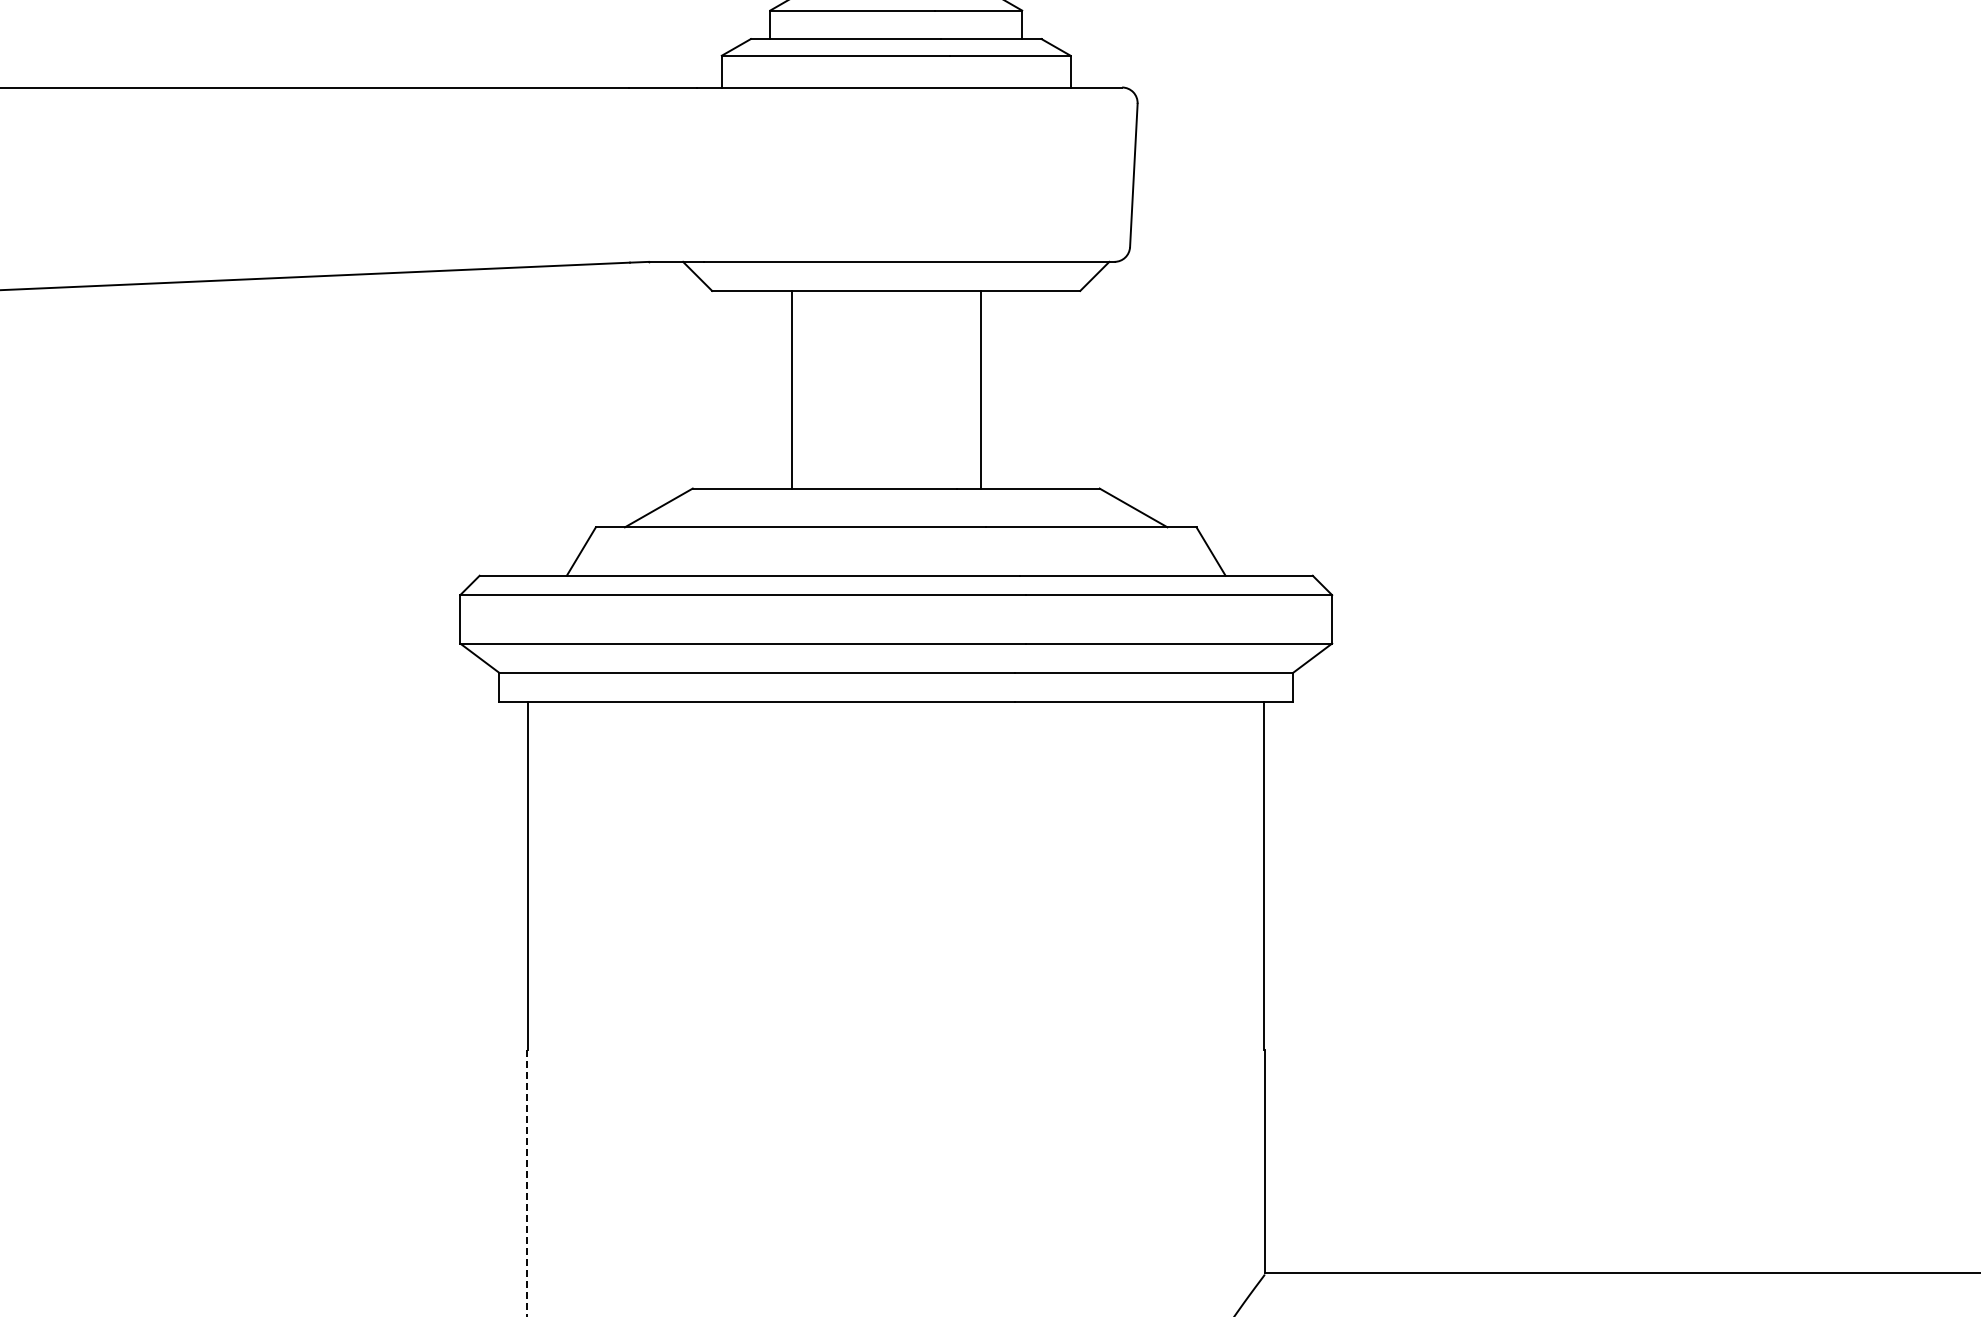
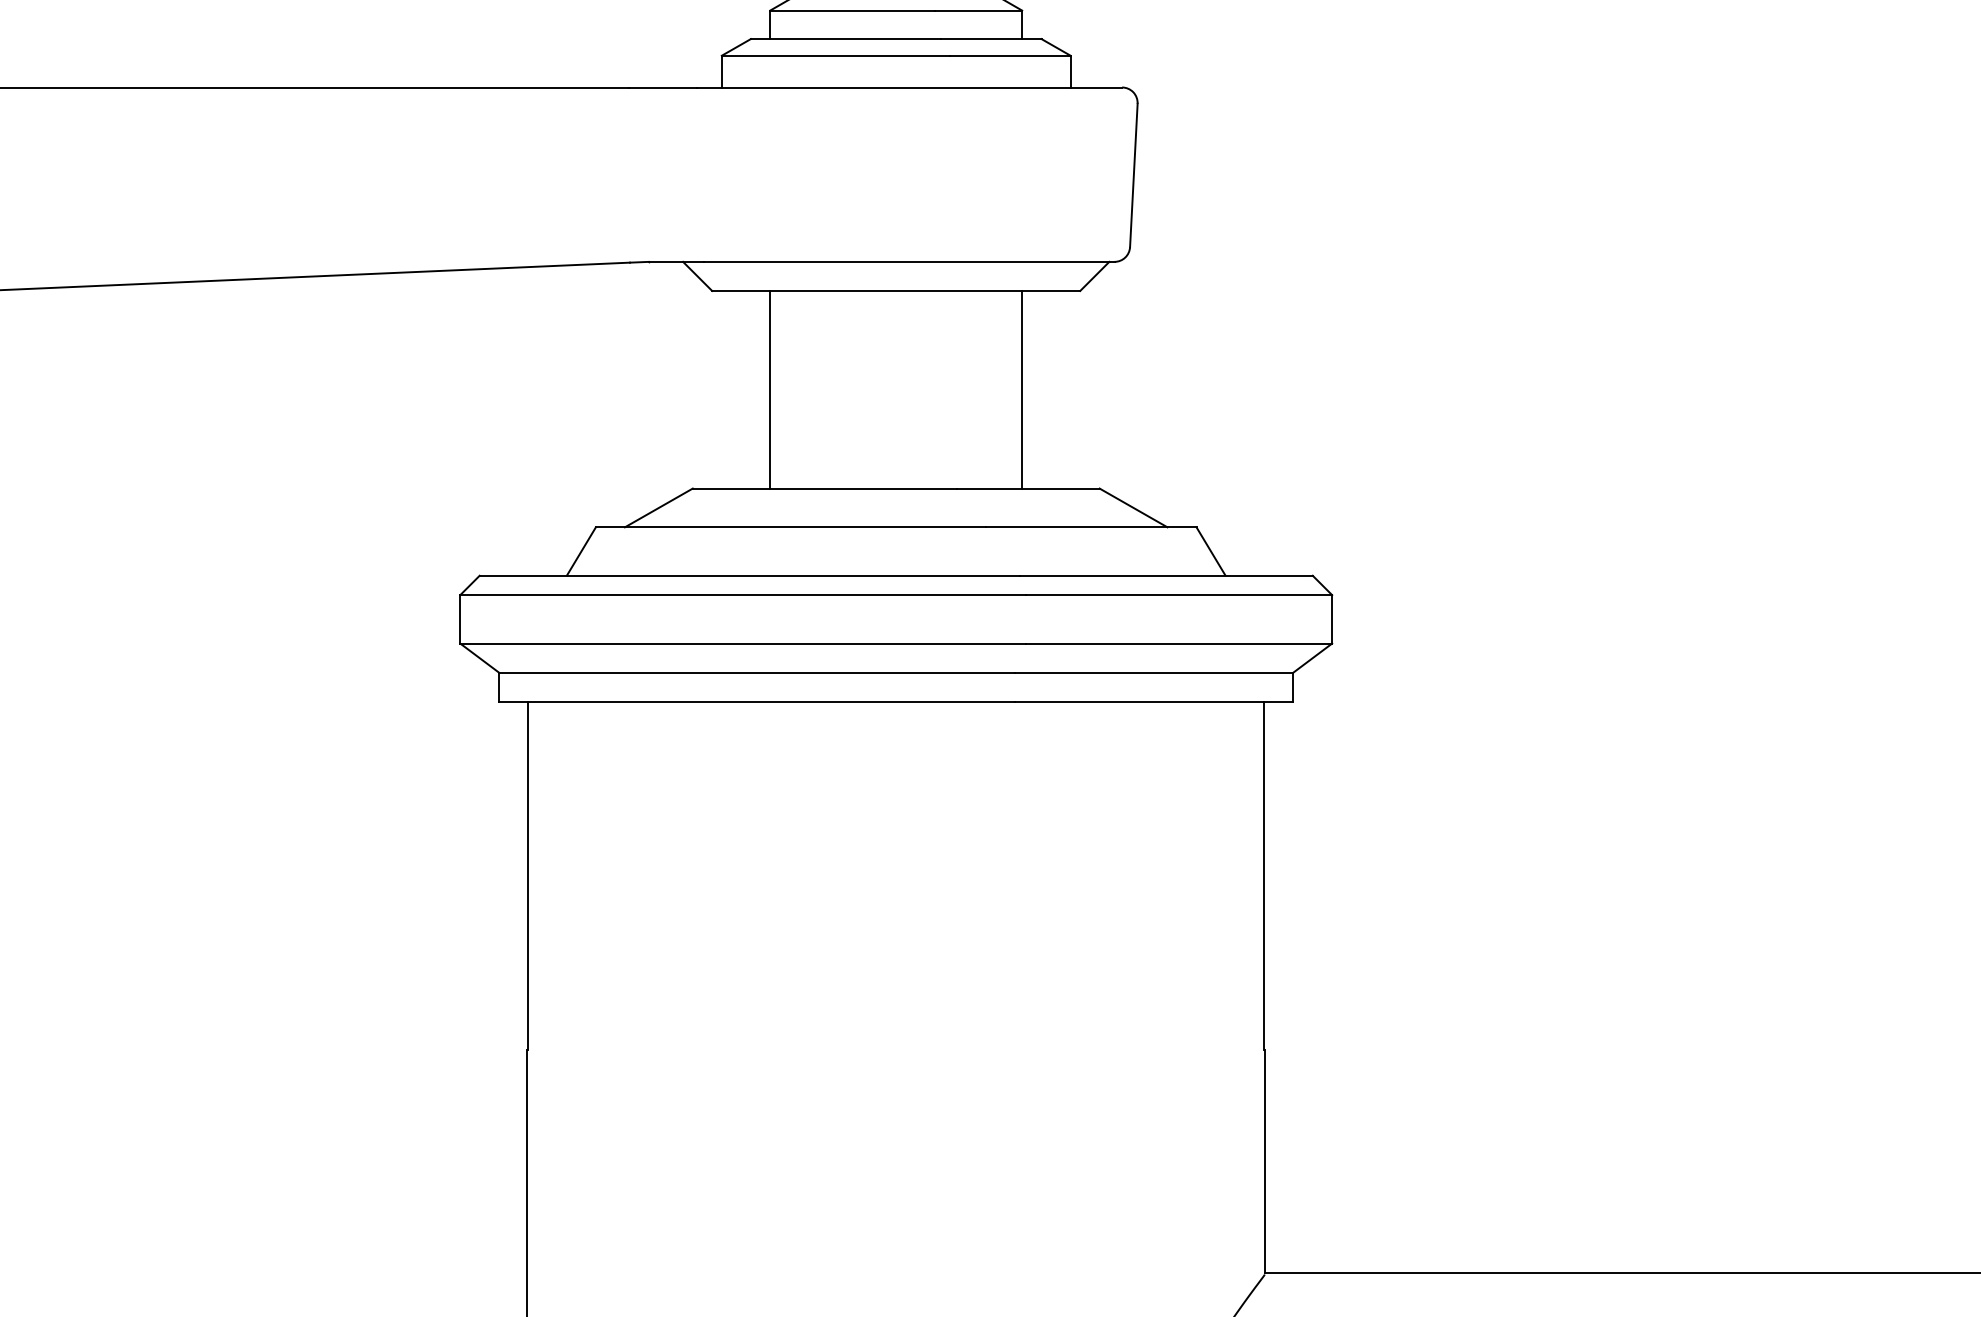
line at (792, 389) position: (792, 389) -> (770, 389)
line at (981, 389) position: (981, 389) -> (1022, 389)
line at (527, 1183): dashed -> solid
